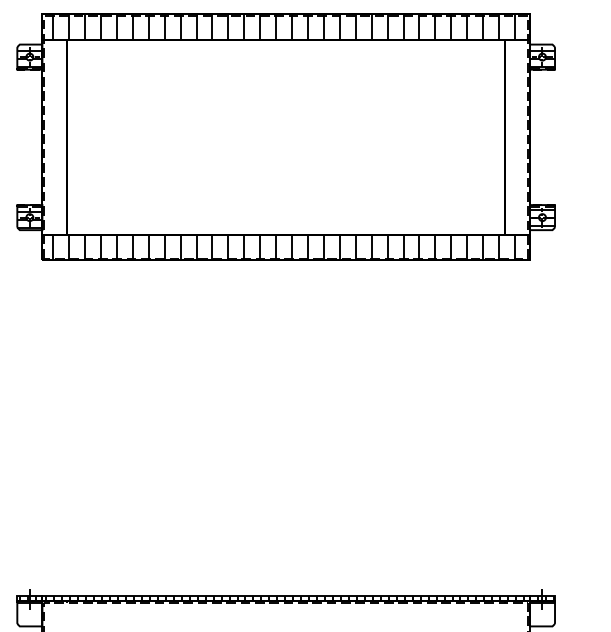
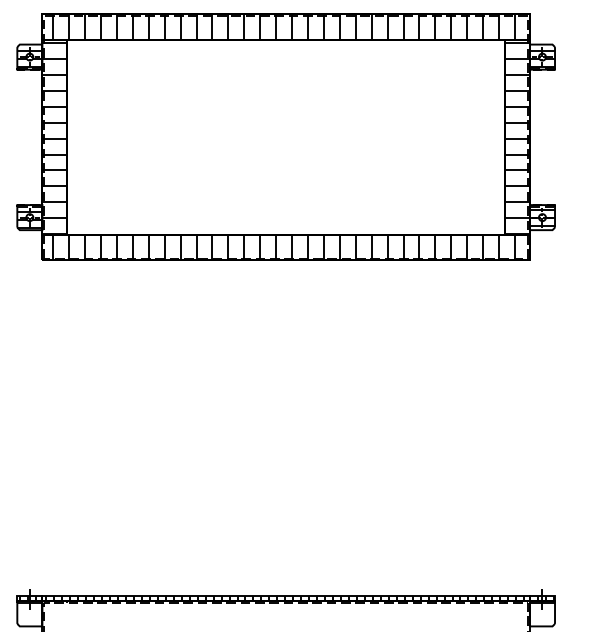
hatch at (54, 138): none -> present
hatch at (516, 138): none -> present
